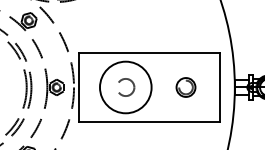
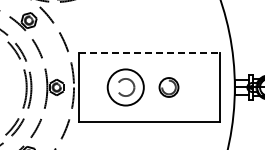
line at (149, 53): solid -> dashed
circle at (125, 87) diameter: 52 px -> 36 px
part at (185, 87) position: (185, 87) -> (168, 87)
